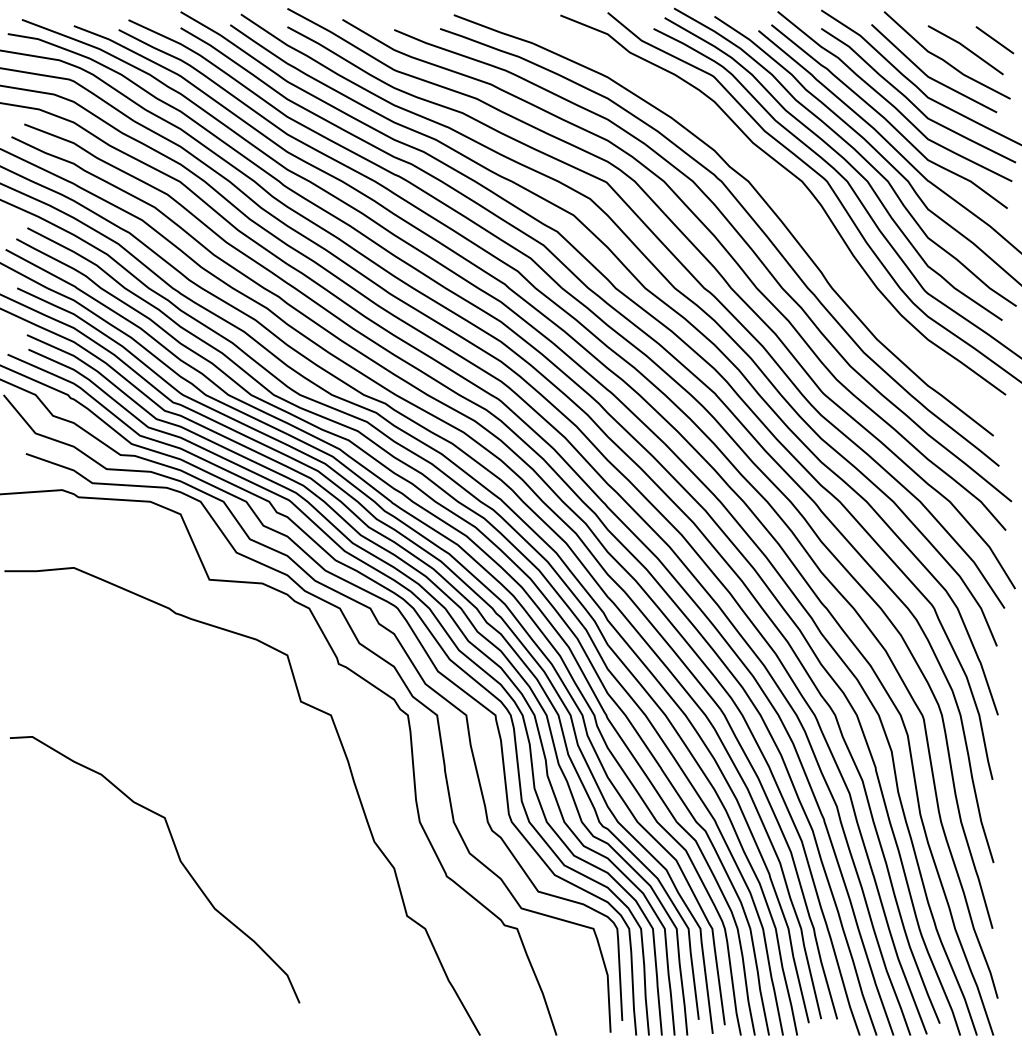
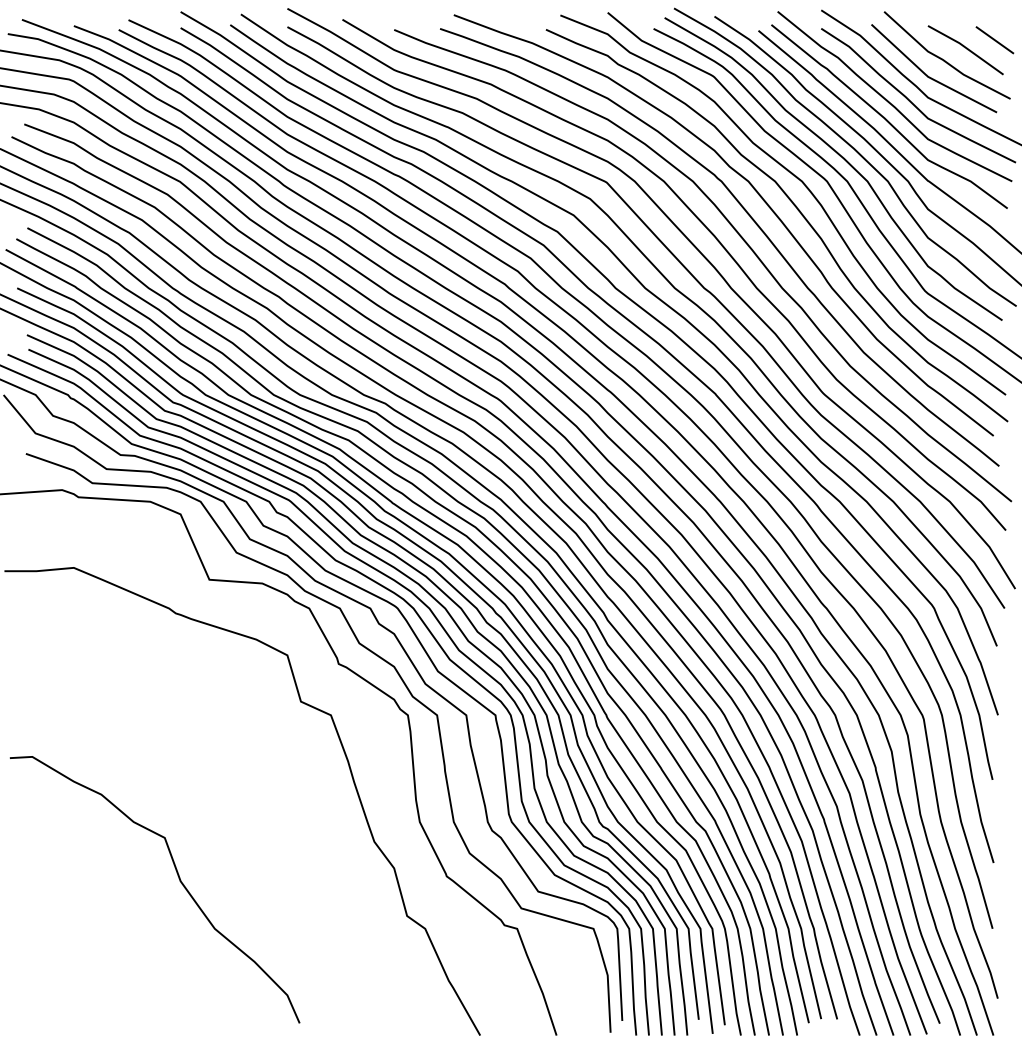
curve at (797, 210): none -> present
curve at (179, 861) position: (179, 861) -> (179, 881)
